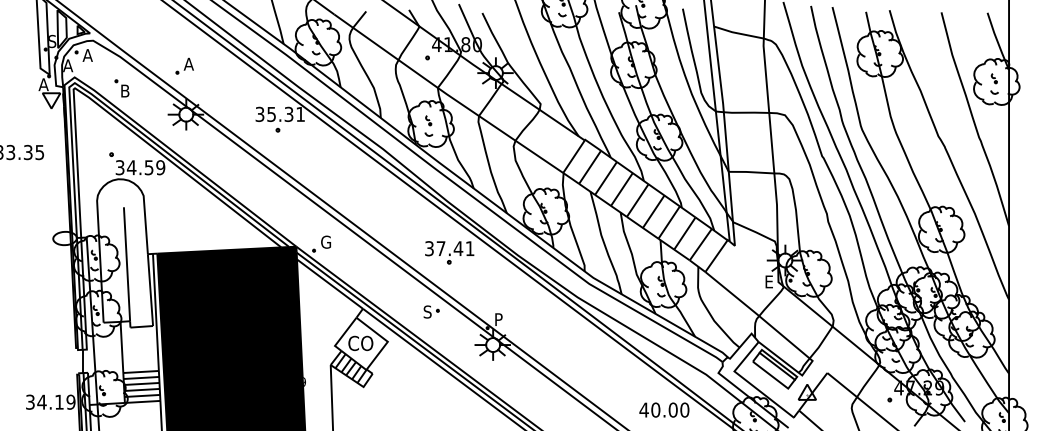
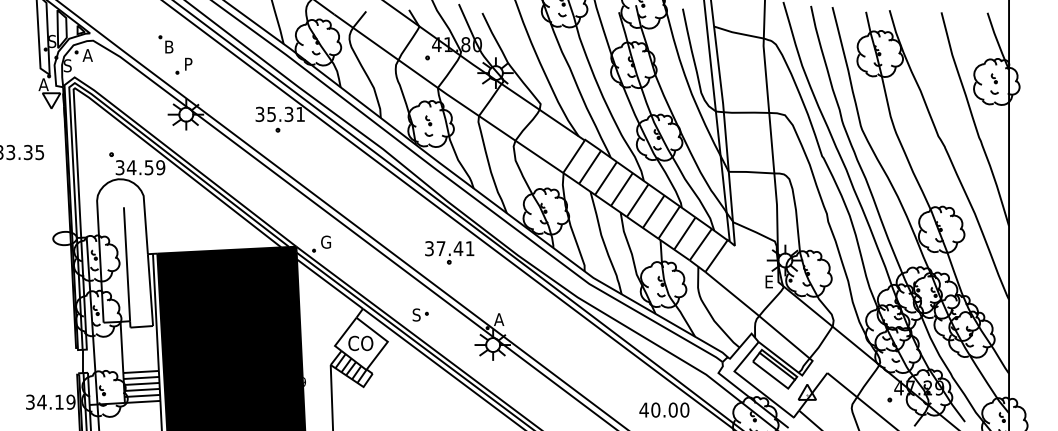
text at (188, 63): A -> P
text at (68, 65): A -> S
part at (121, 88) position: (121, 88) -> (165, 44)
part at (431, 311) position: (431, 311) -> (420, 314)
text at (499, 319): P -> A
